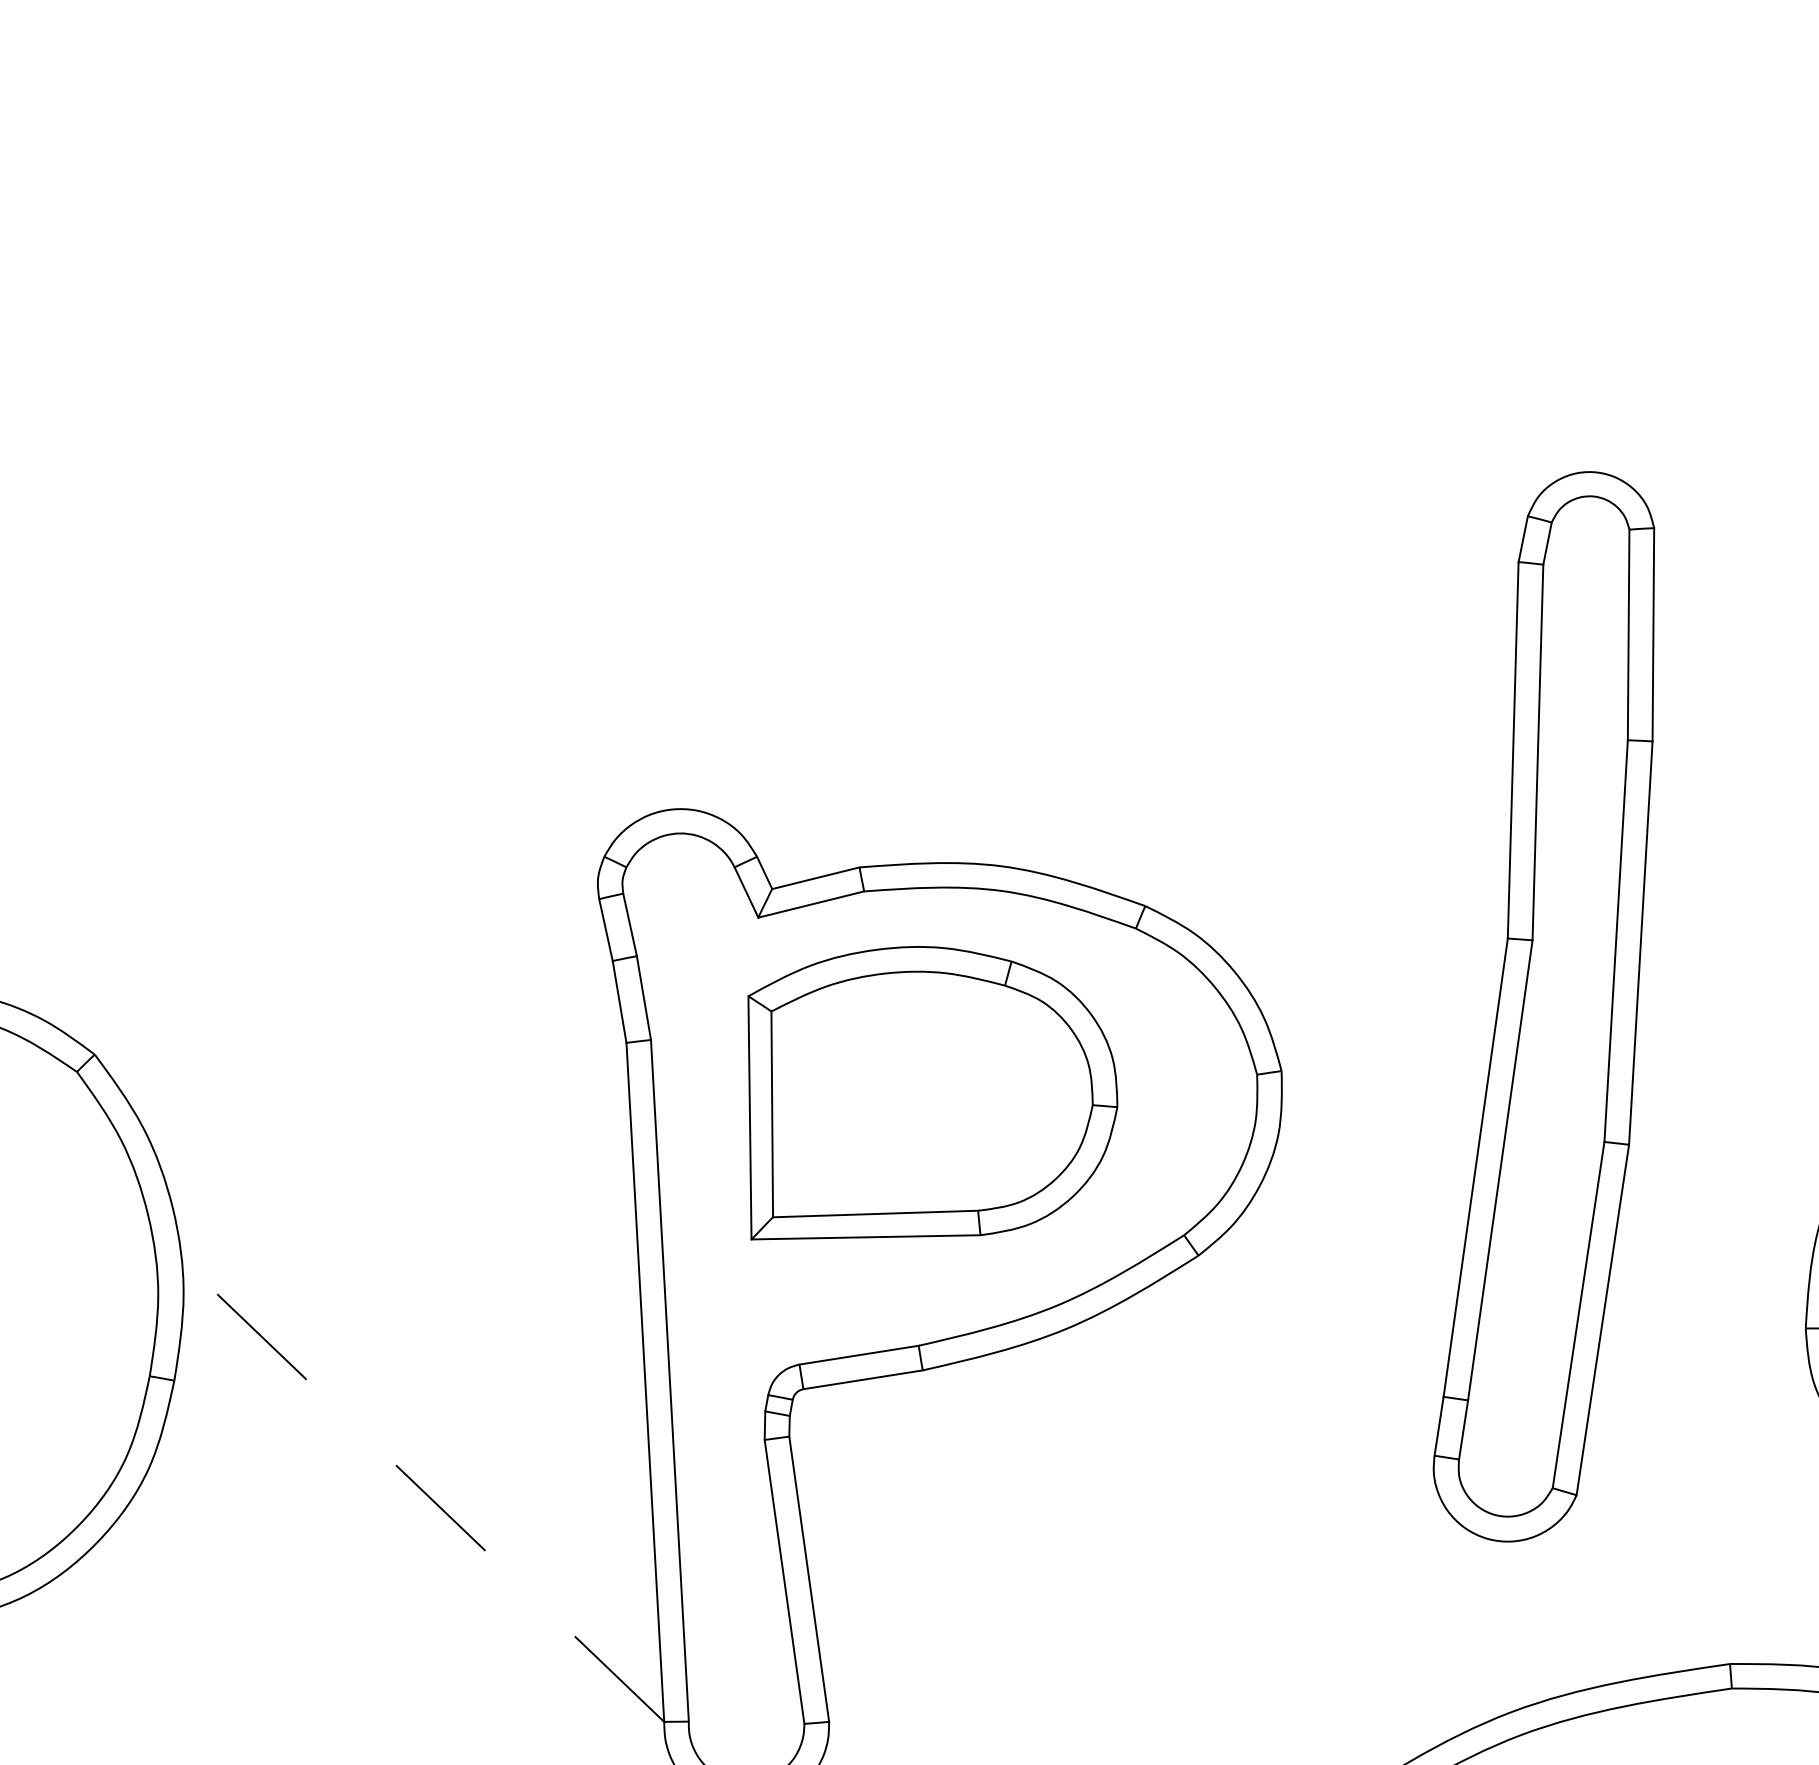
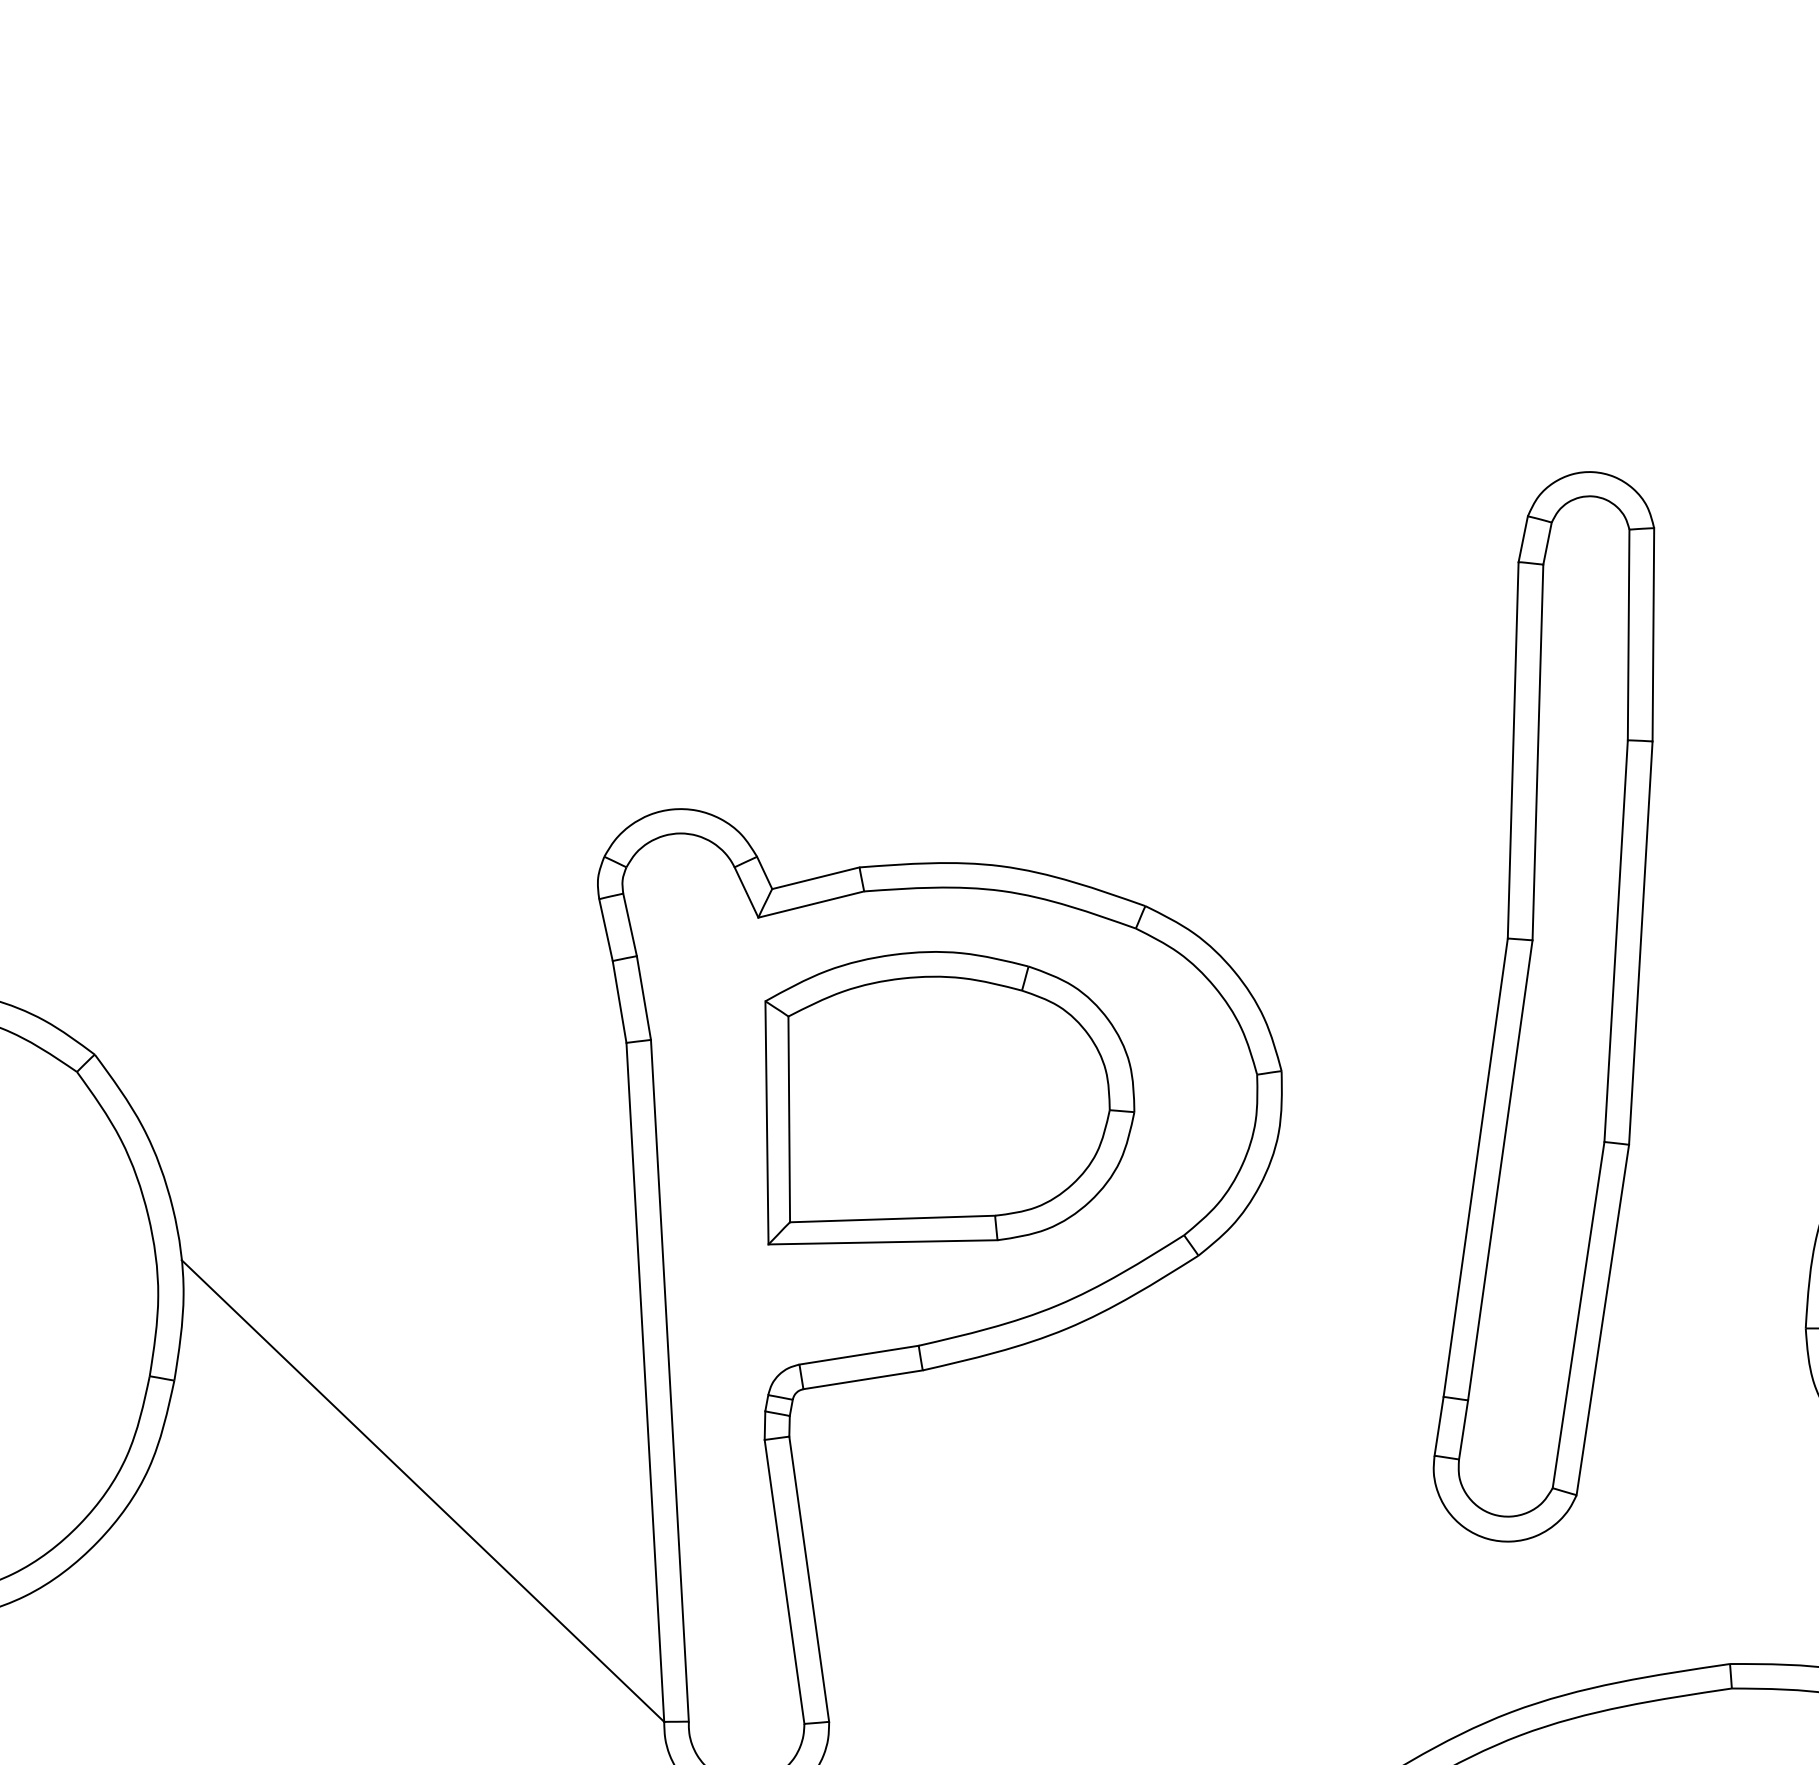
part at (932, 1093) position: (932, 1093) -> (949, 1098)
line at (422, 1491): dashed -> solid
